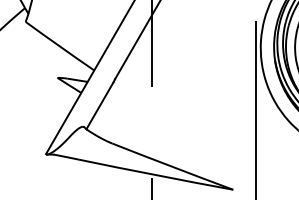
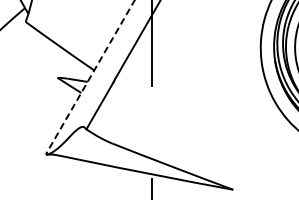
line at (90, 76): solid -> dashed
line at (255, 99): present -> none
